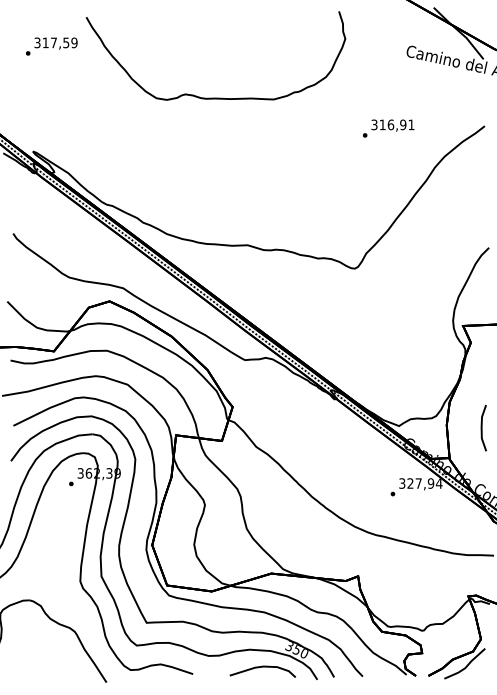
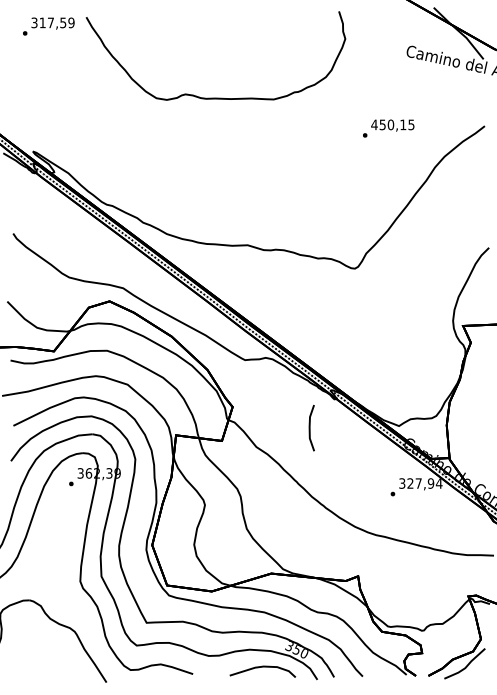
text at (51, 46) position: (51, 46) -> (48, 26)
text at (392, 124): 316,91 -> 450,15
line at (482, 427) position: (482, 427) -> (310, 427)
